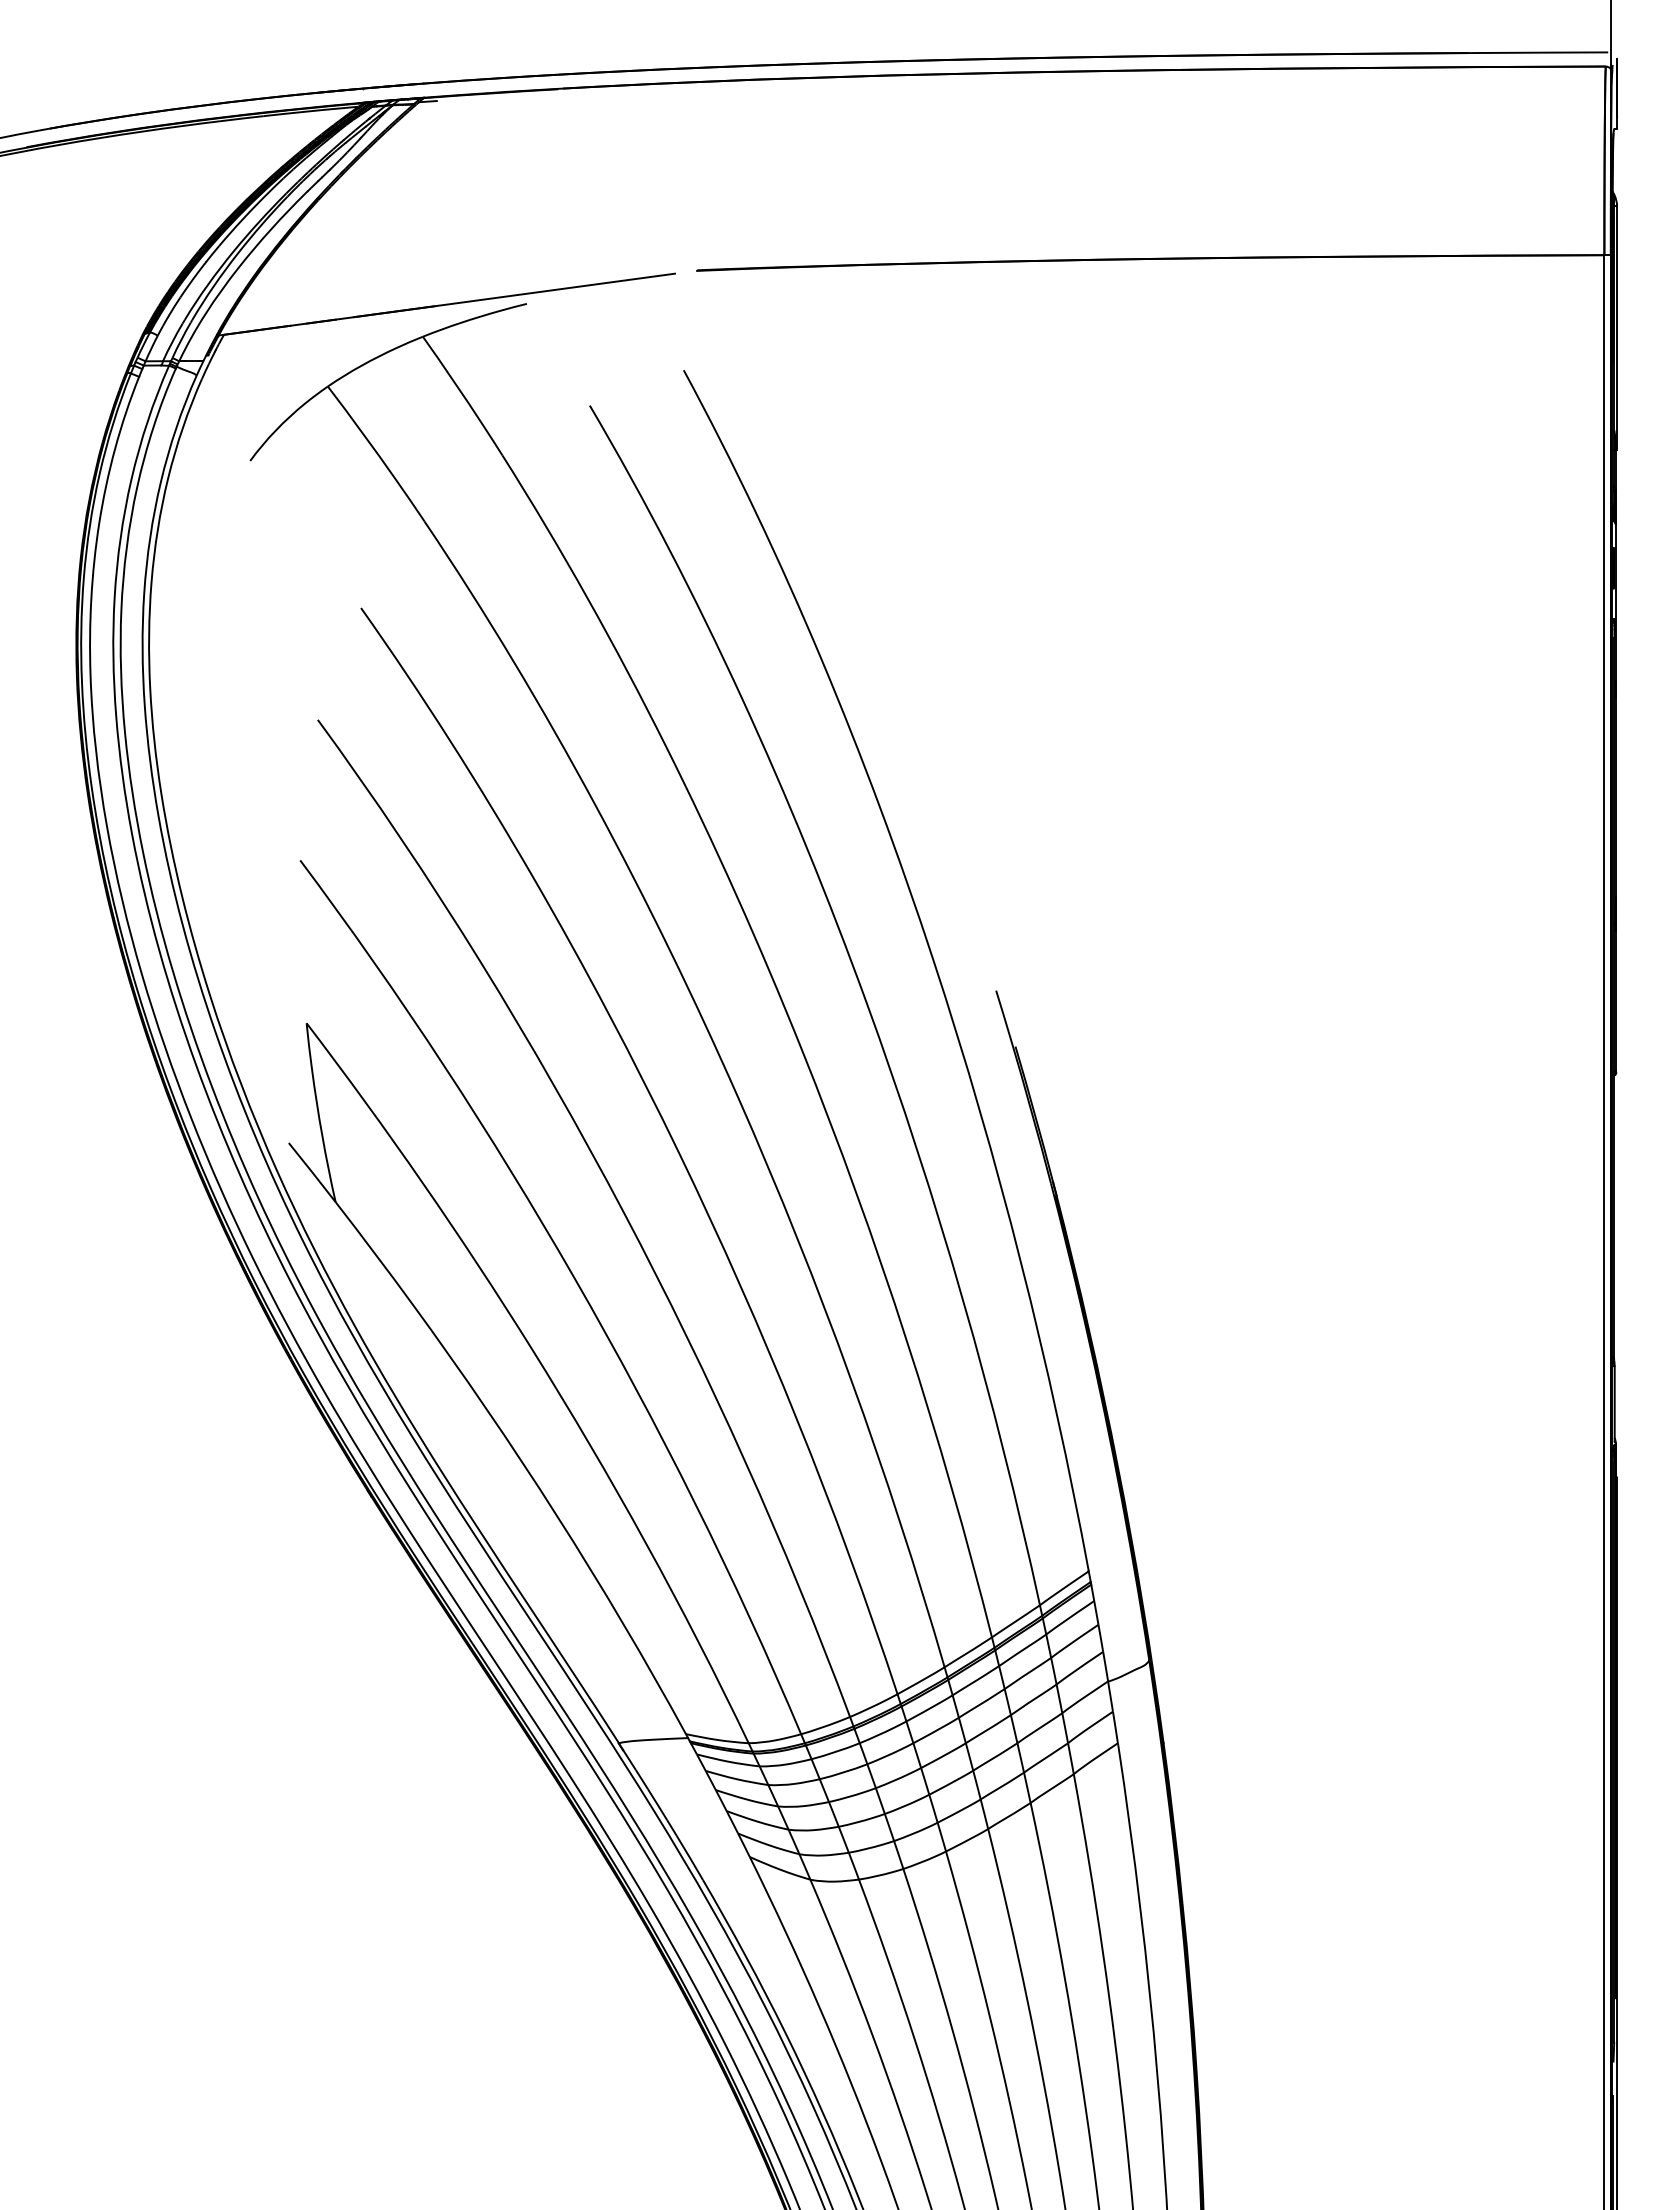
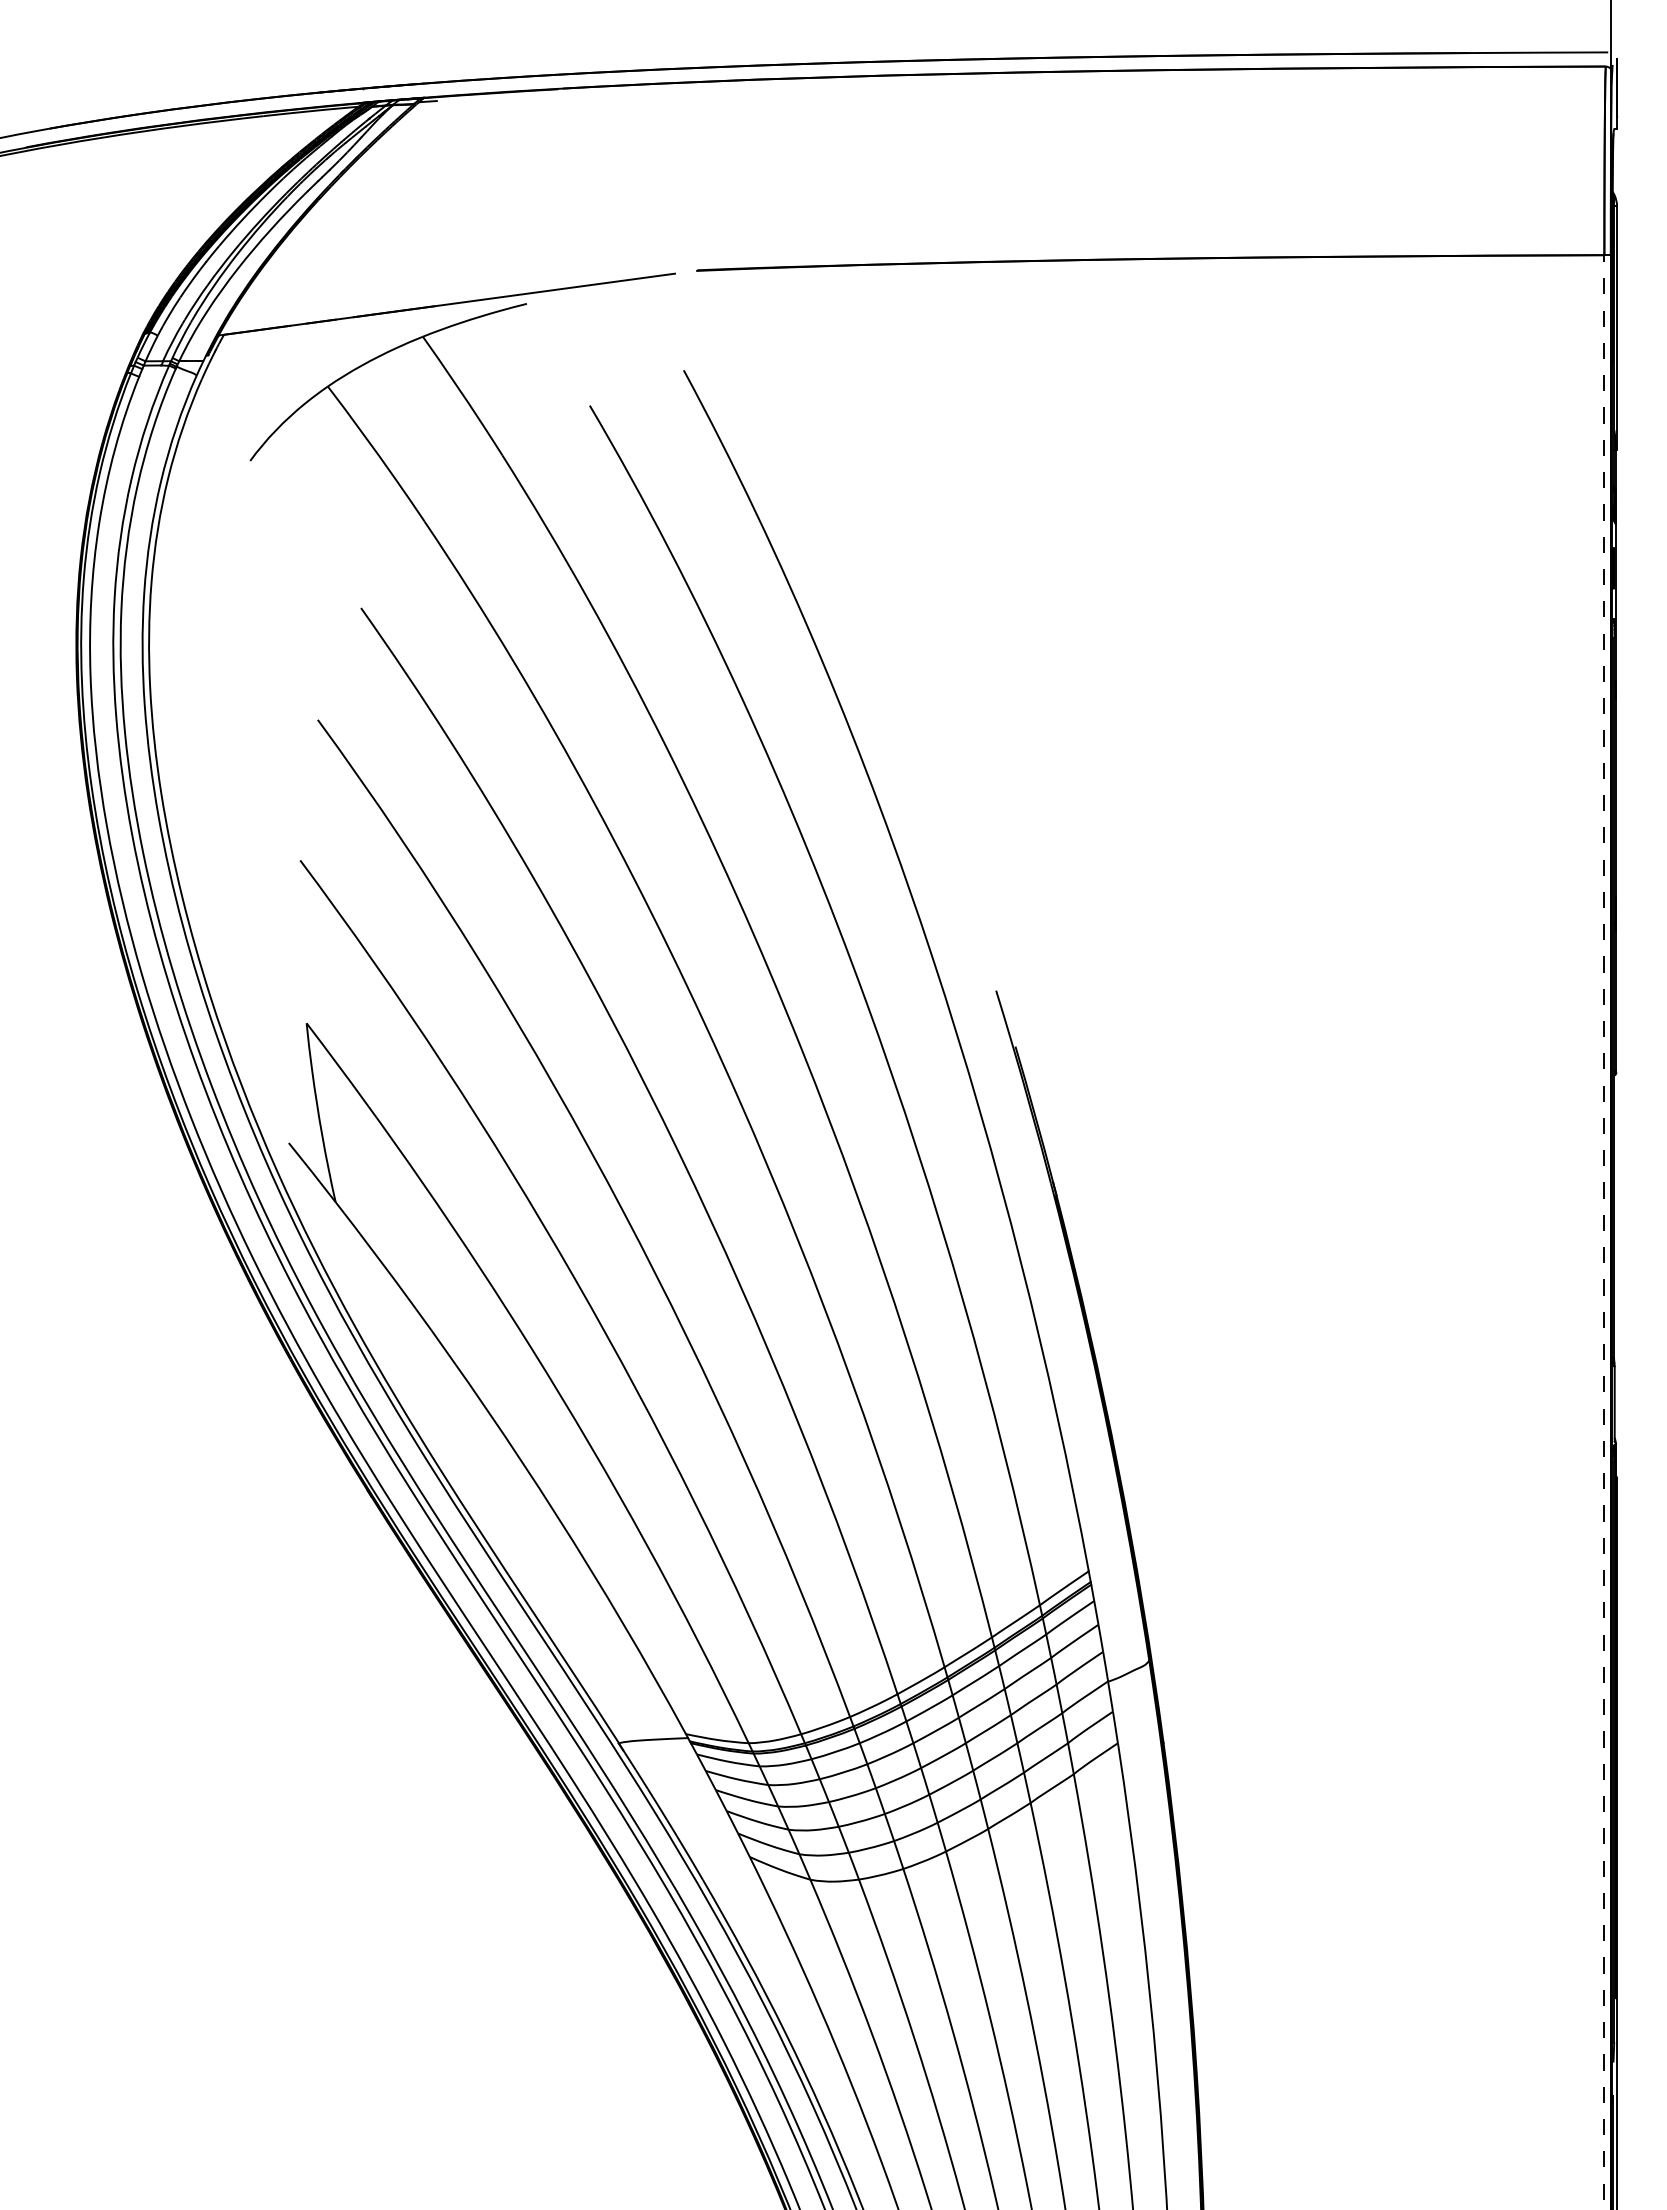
line at (1604, 1232): solid -> dashed
